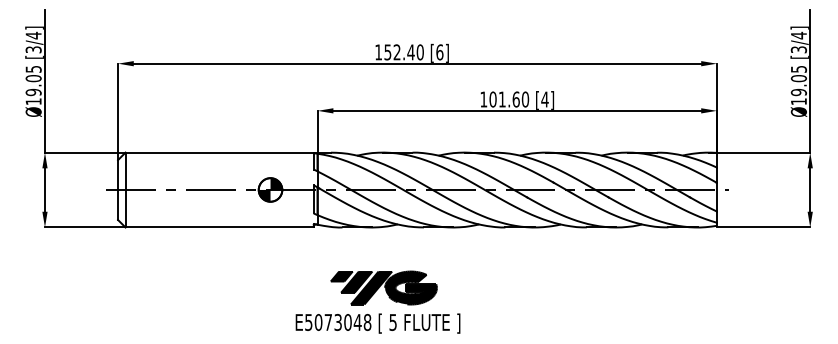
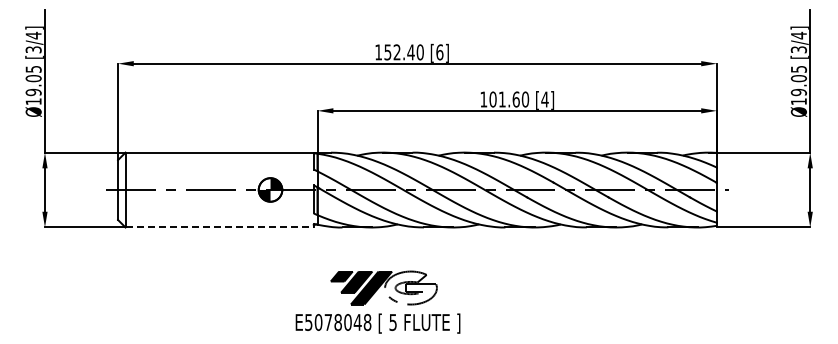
line at (220, 227): solid -> dashed
fill at (410, 287): present -> none
text at (337, 322): E5073048 -> E5078048
